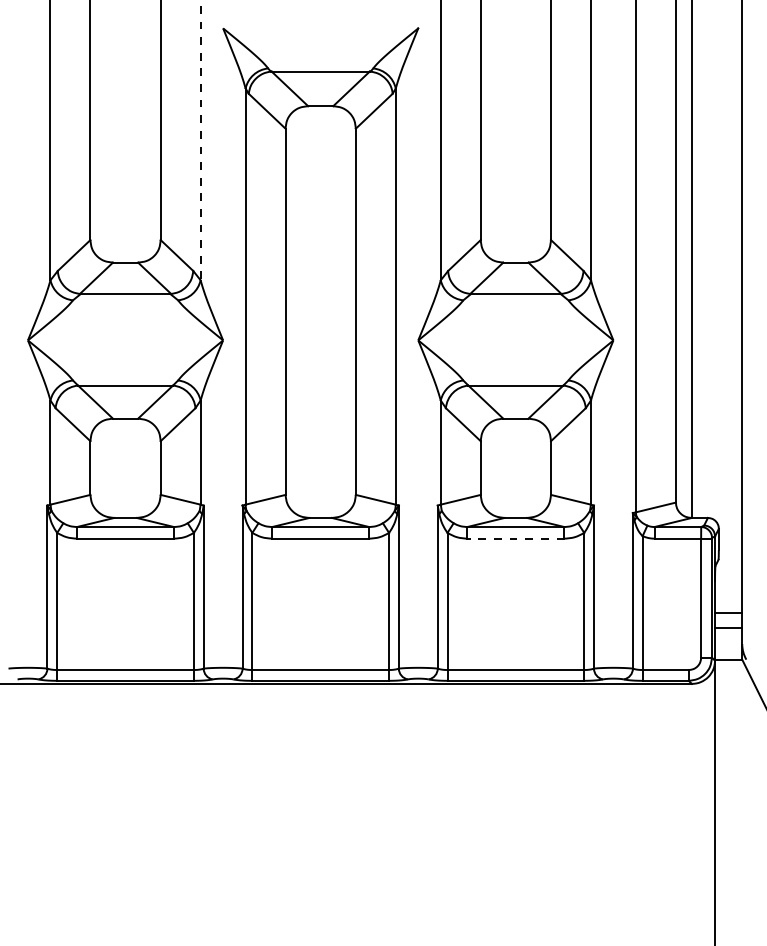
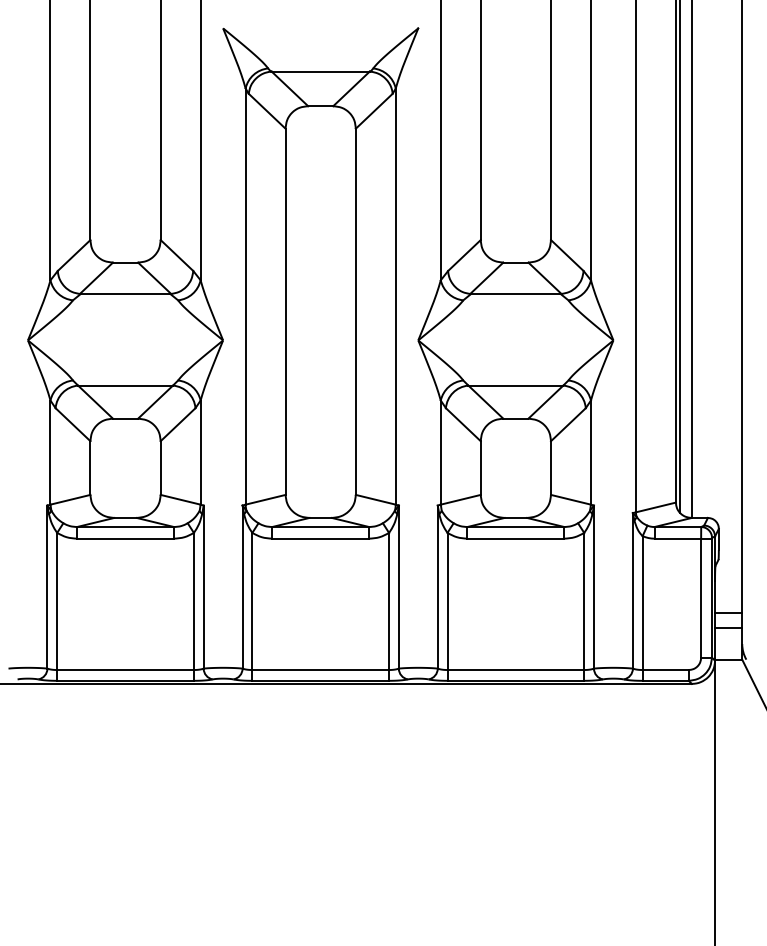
line at (200, 140): dashed -> solid
line at (679, 257): none -> present
line at (515, 538): dashed -> solid
